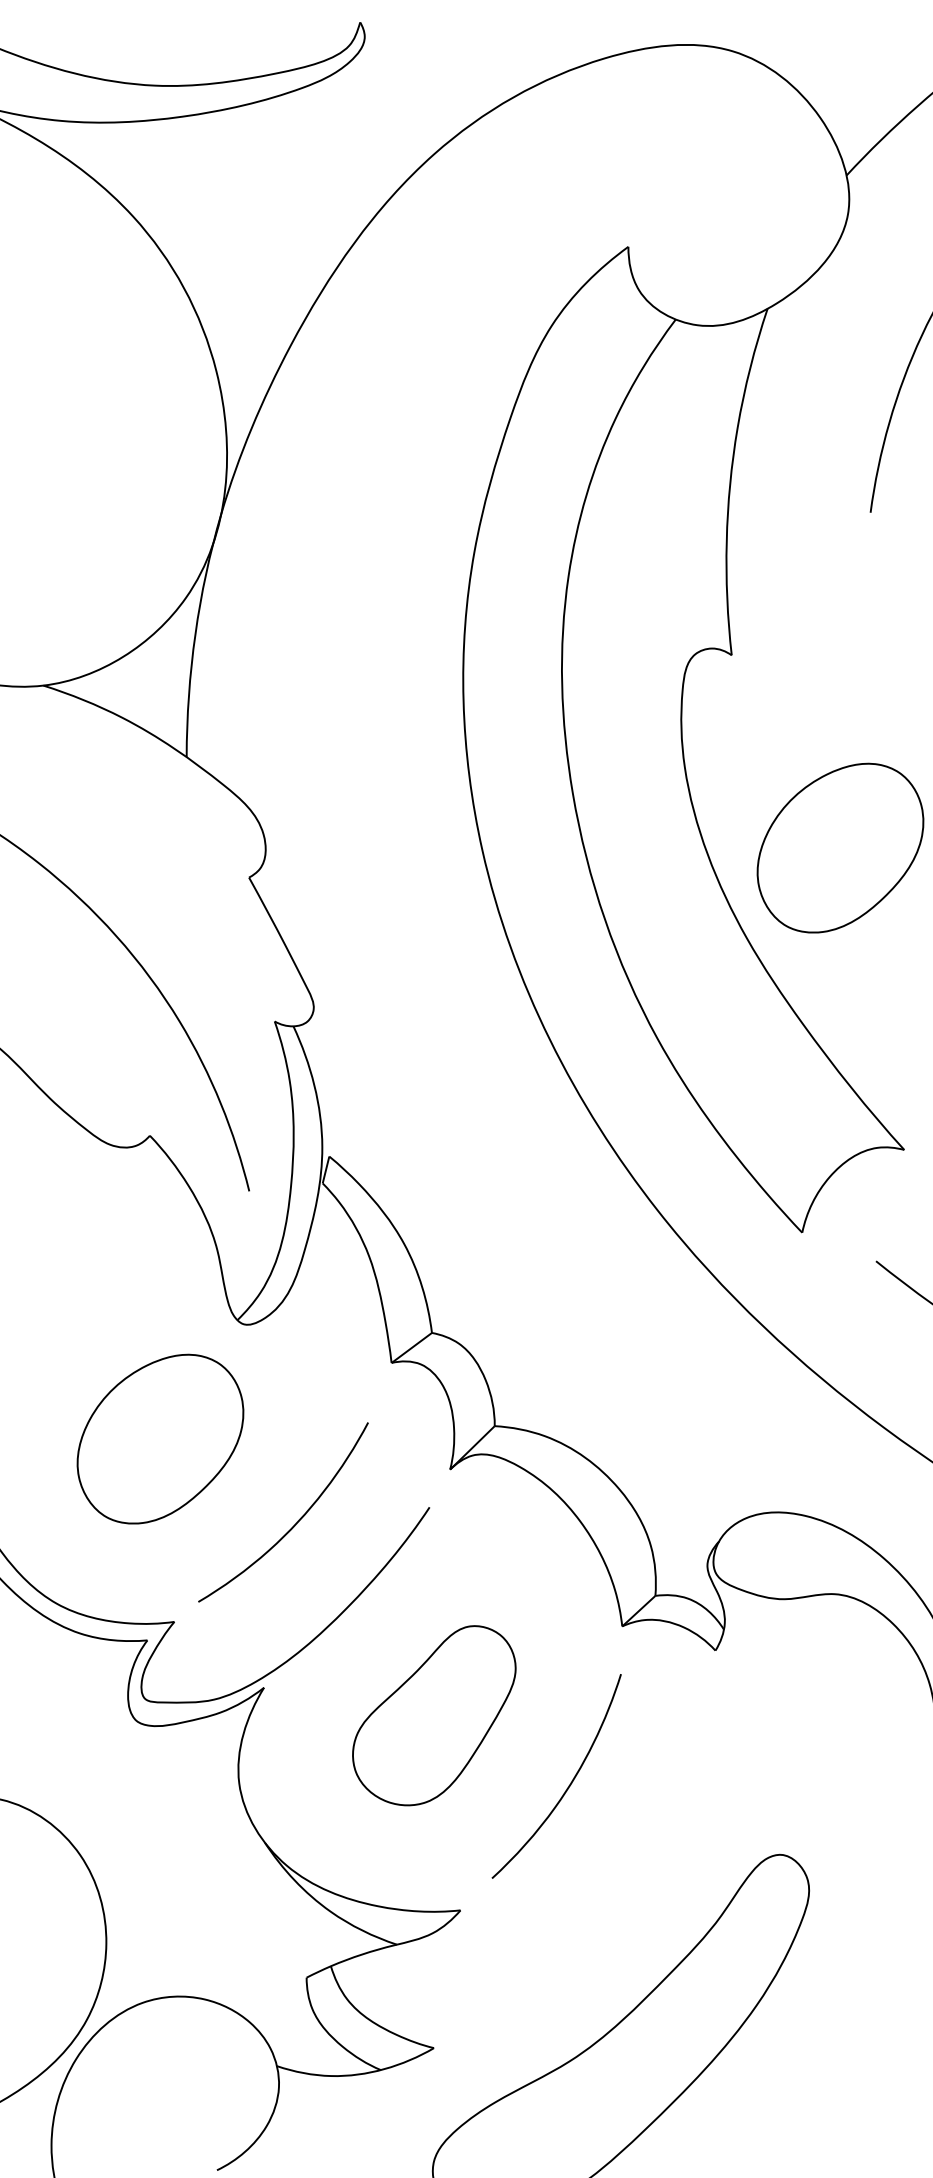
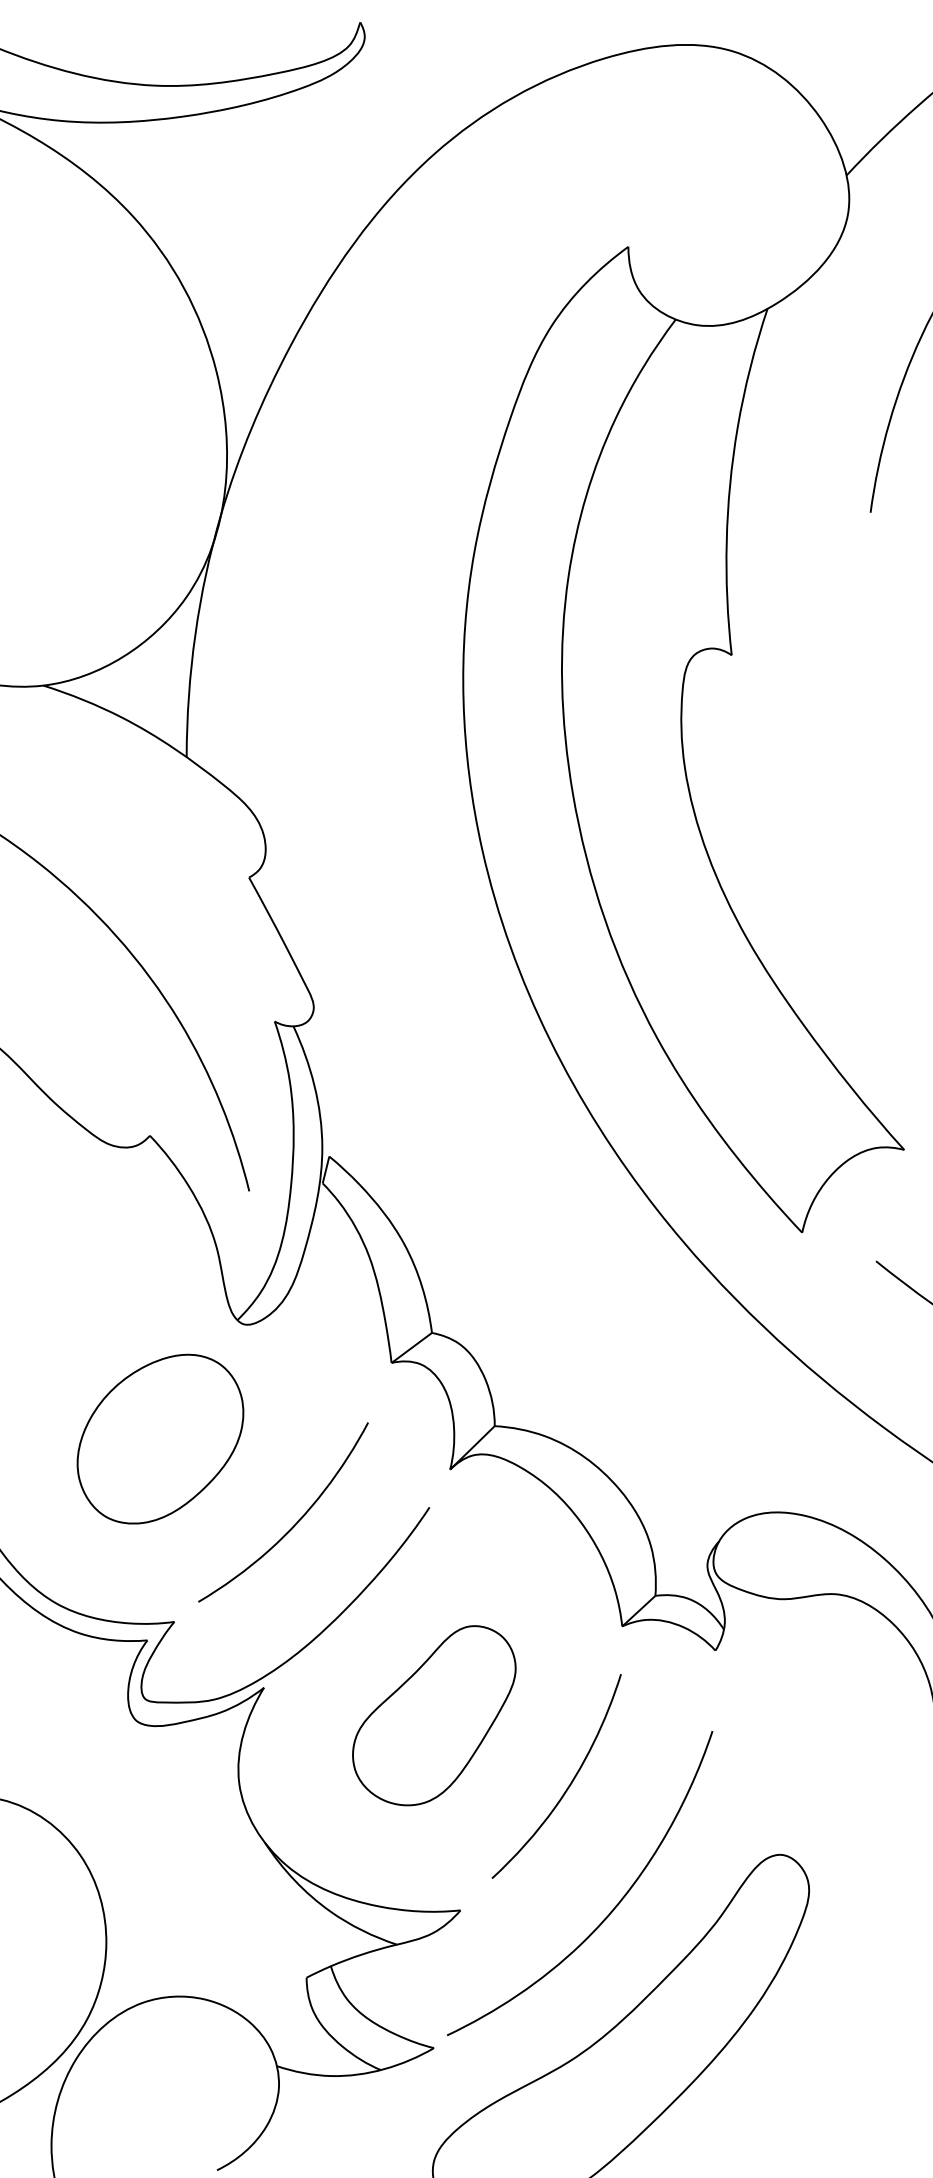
part at (840, 847): present -> none
curve at (609, 1912): none -> present
